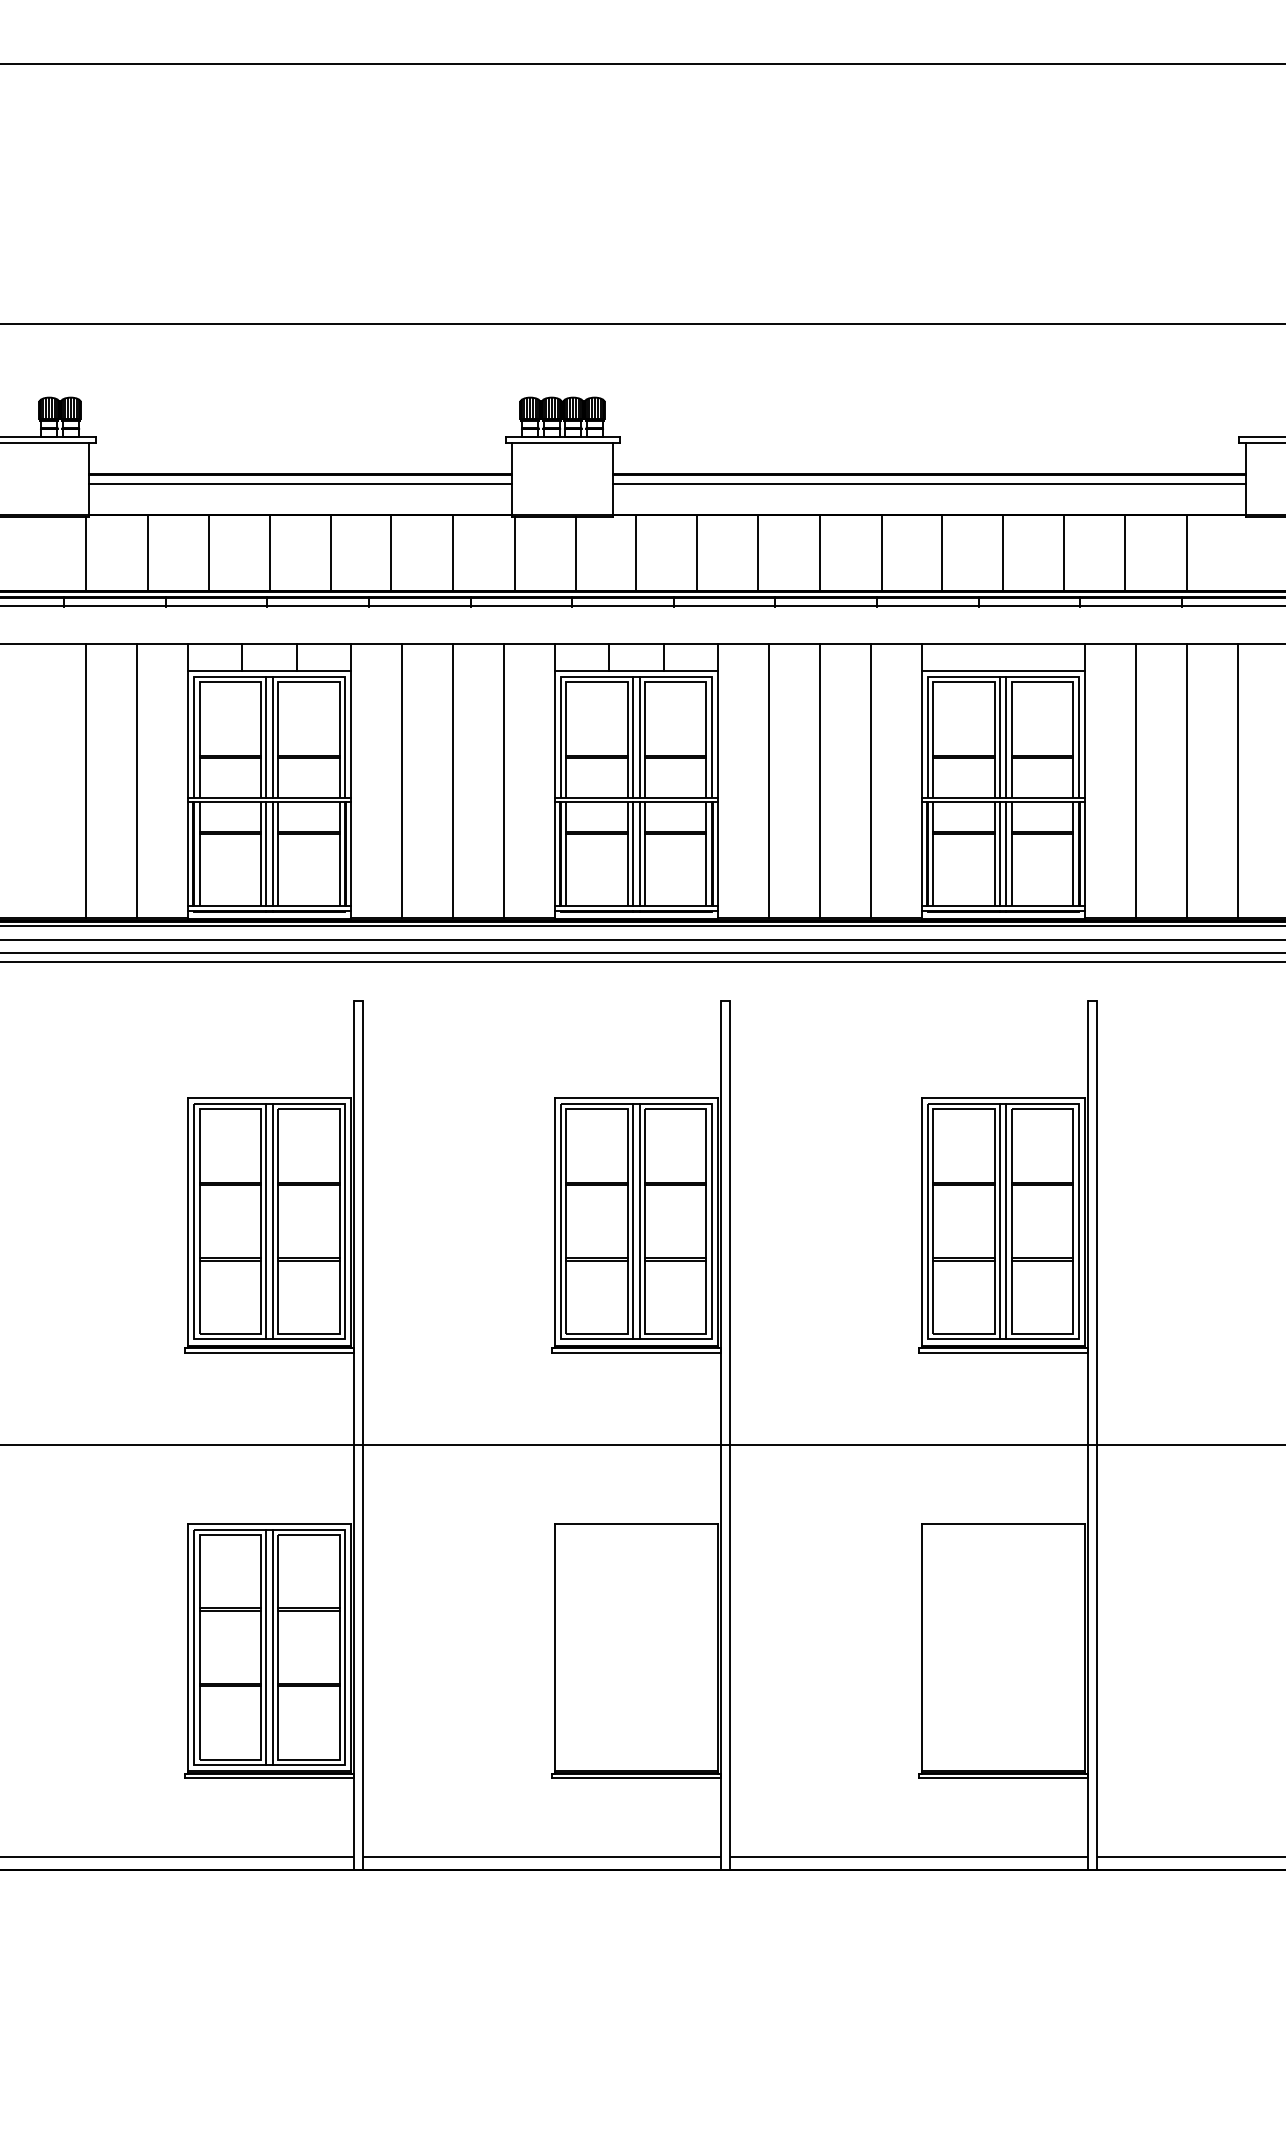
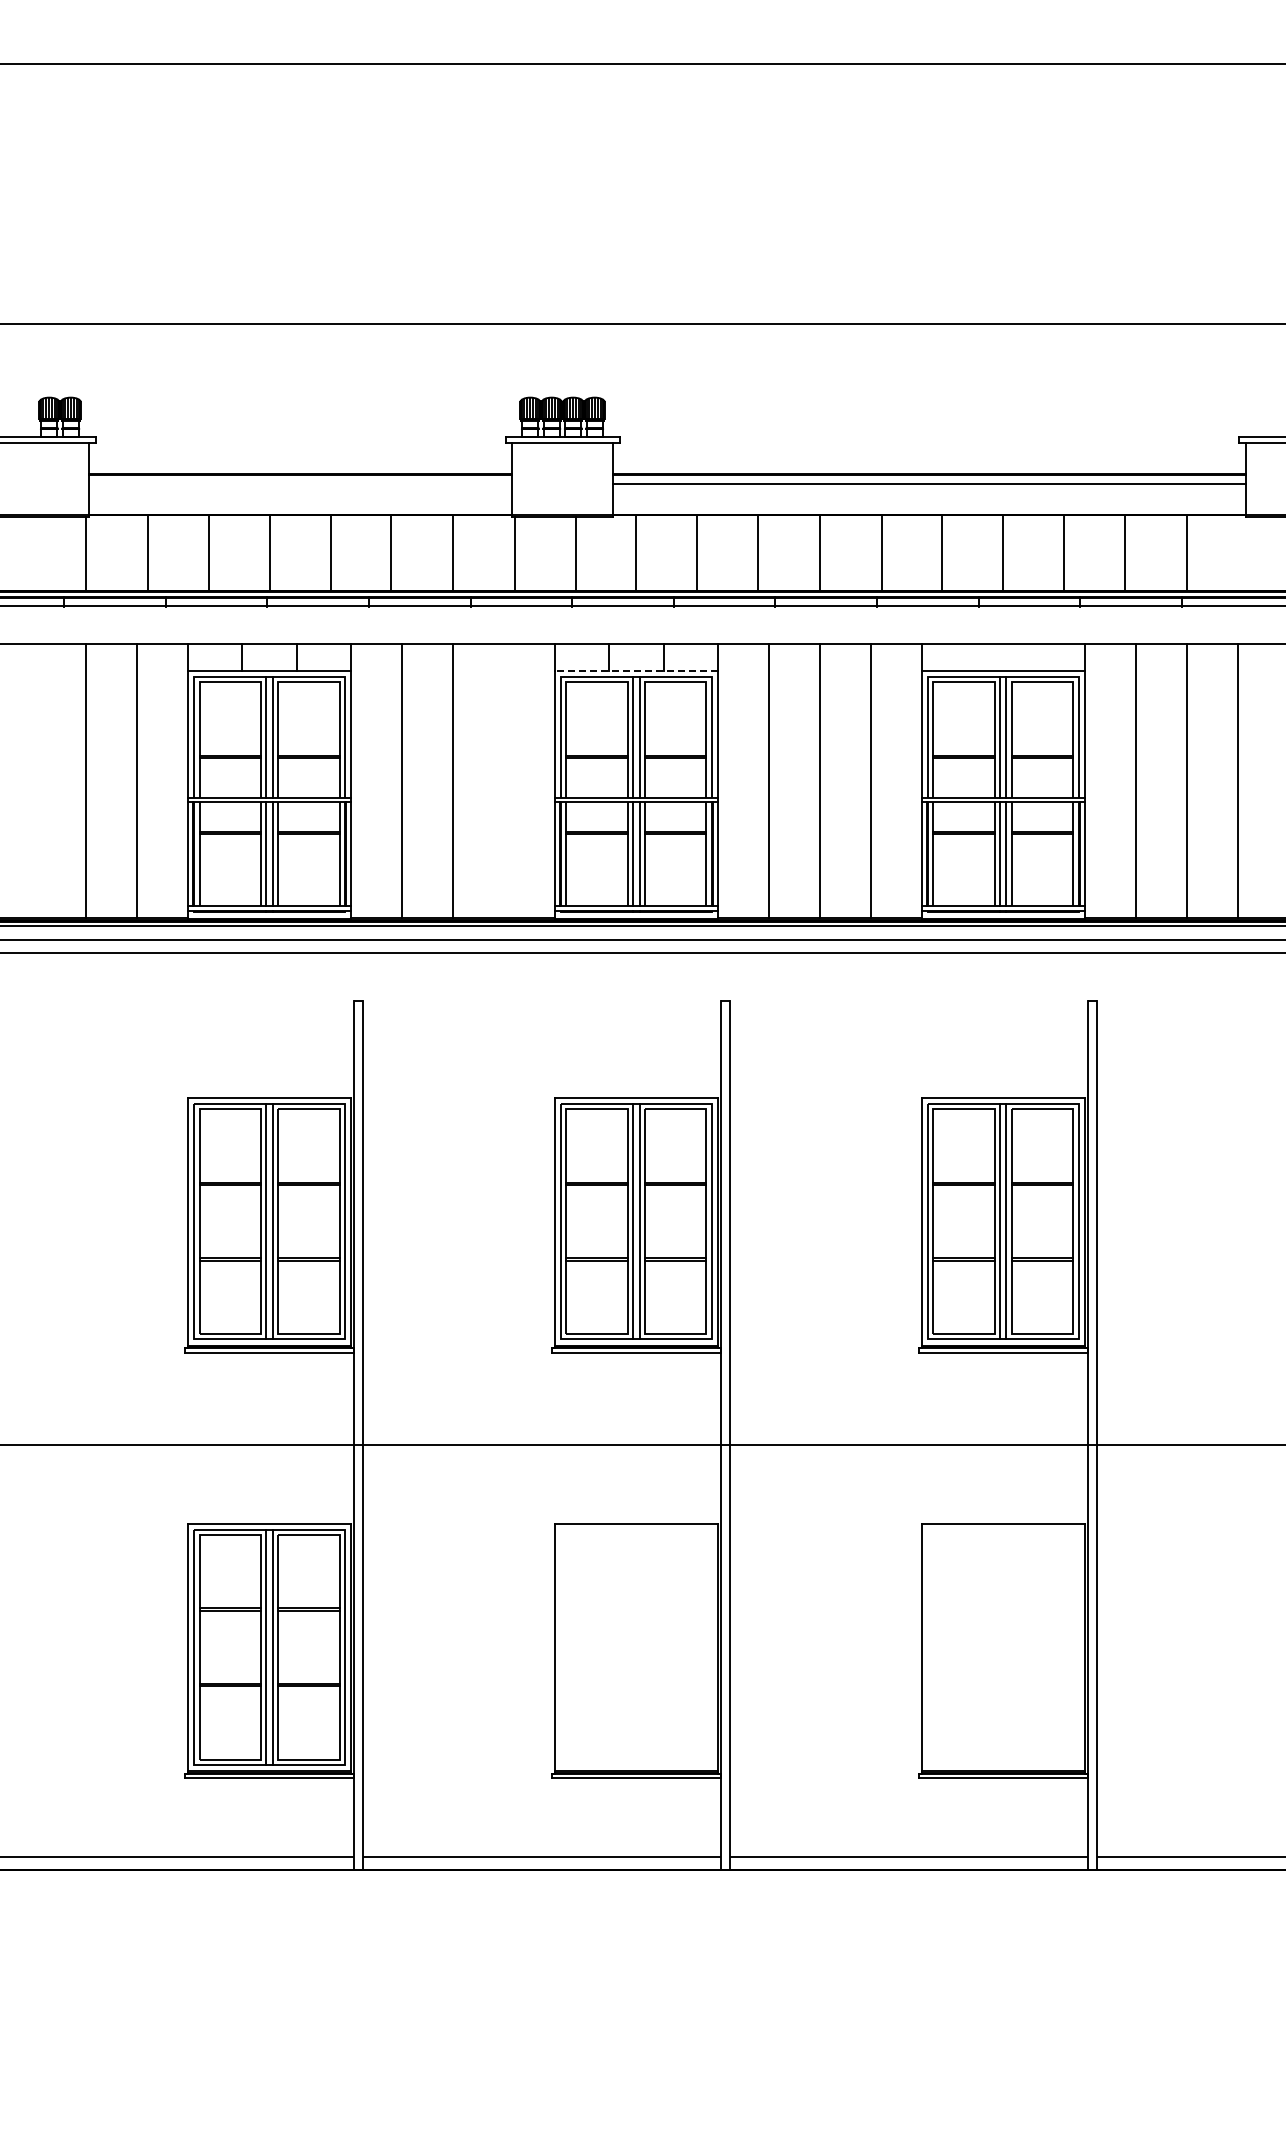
line at (300, 483): present -> none
line at (635, 671): solid -> dashed
line at (503, 780): present -> none
line at (642, 962): present -> none
